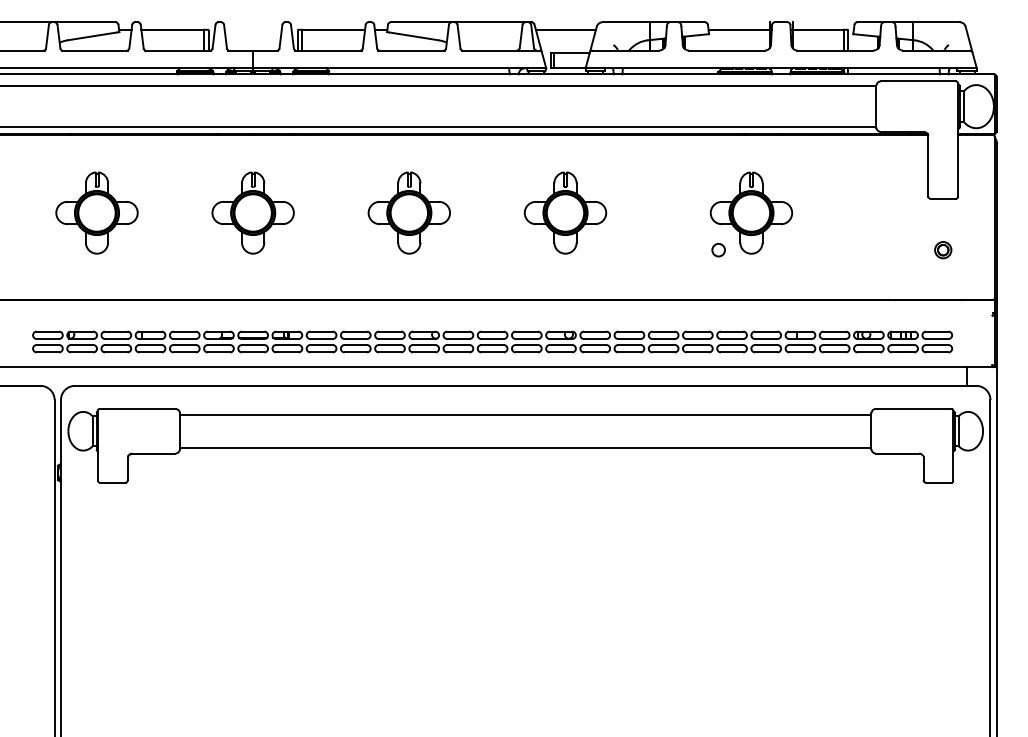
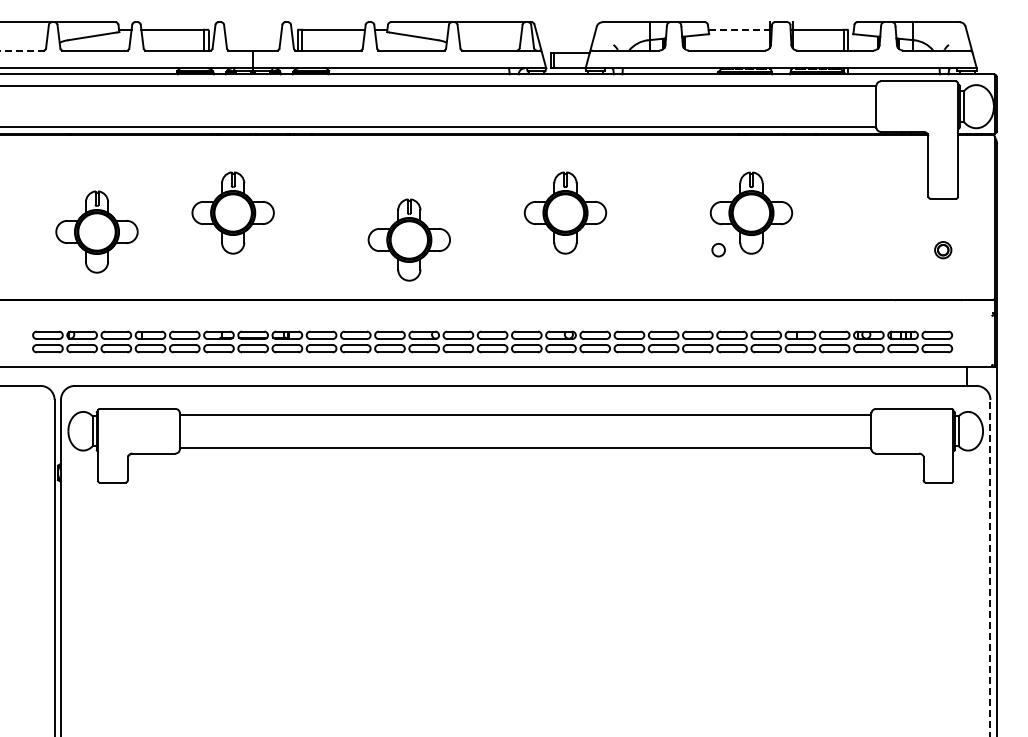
line at (565, 29): present -> none
line at (740, 29): solid -> dashed
line at (22, 50): solid -> dashed
part at (96, 212) position: (96, 212) -> (96, 231)
part at (252, 212) position: (252, 212) -> (232, 212)
part at (408, 212) position: (408, 212) -> (408, 239)
line at (990, 567): solid -> dashed
